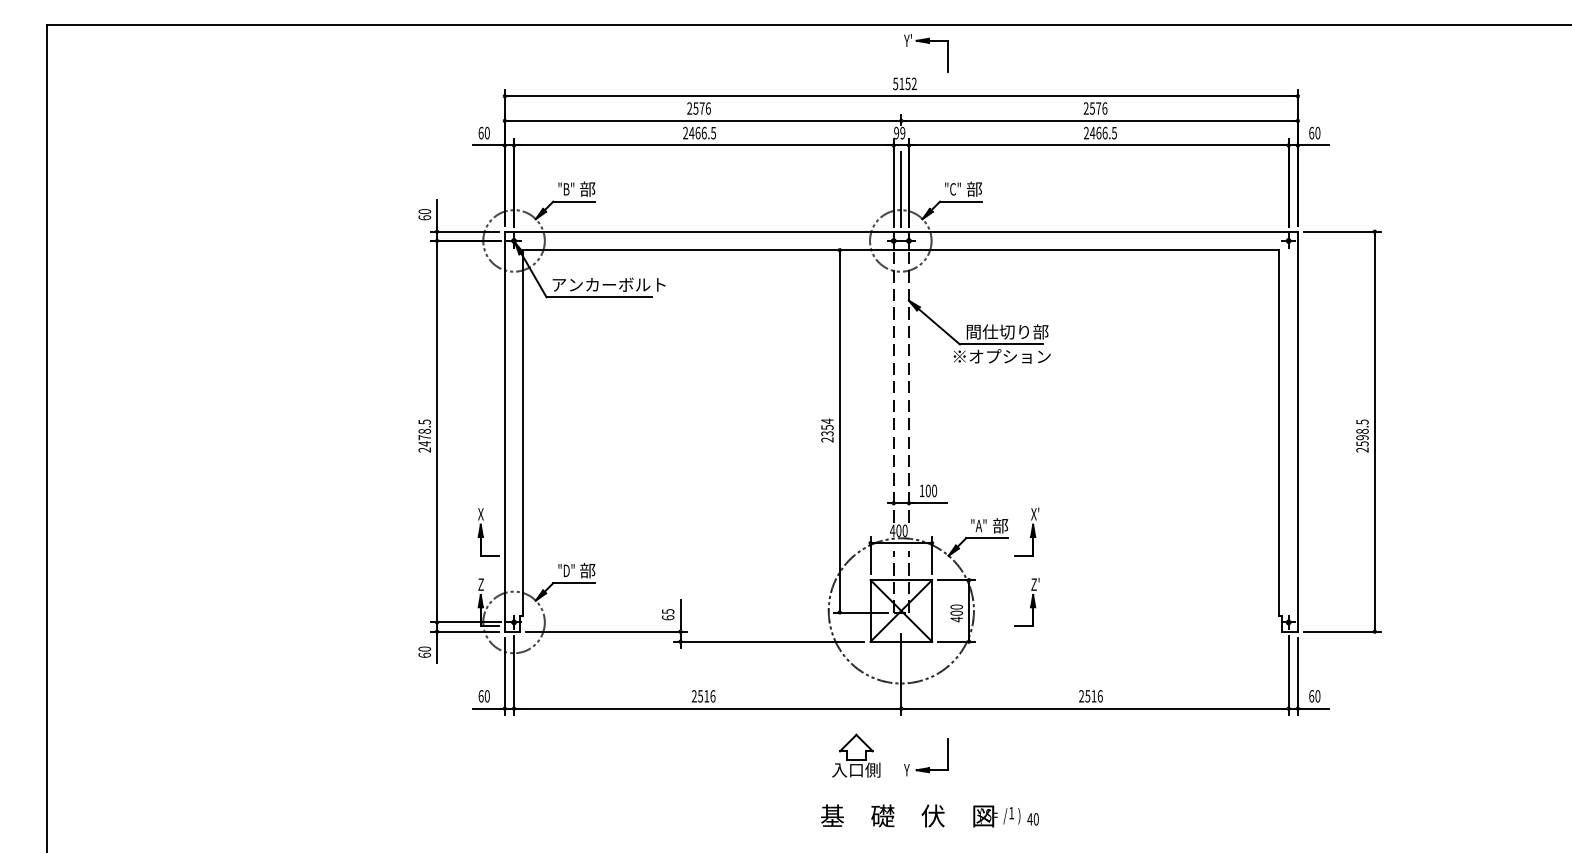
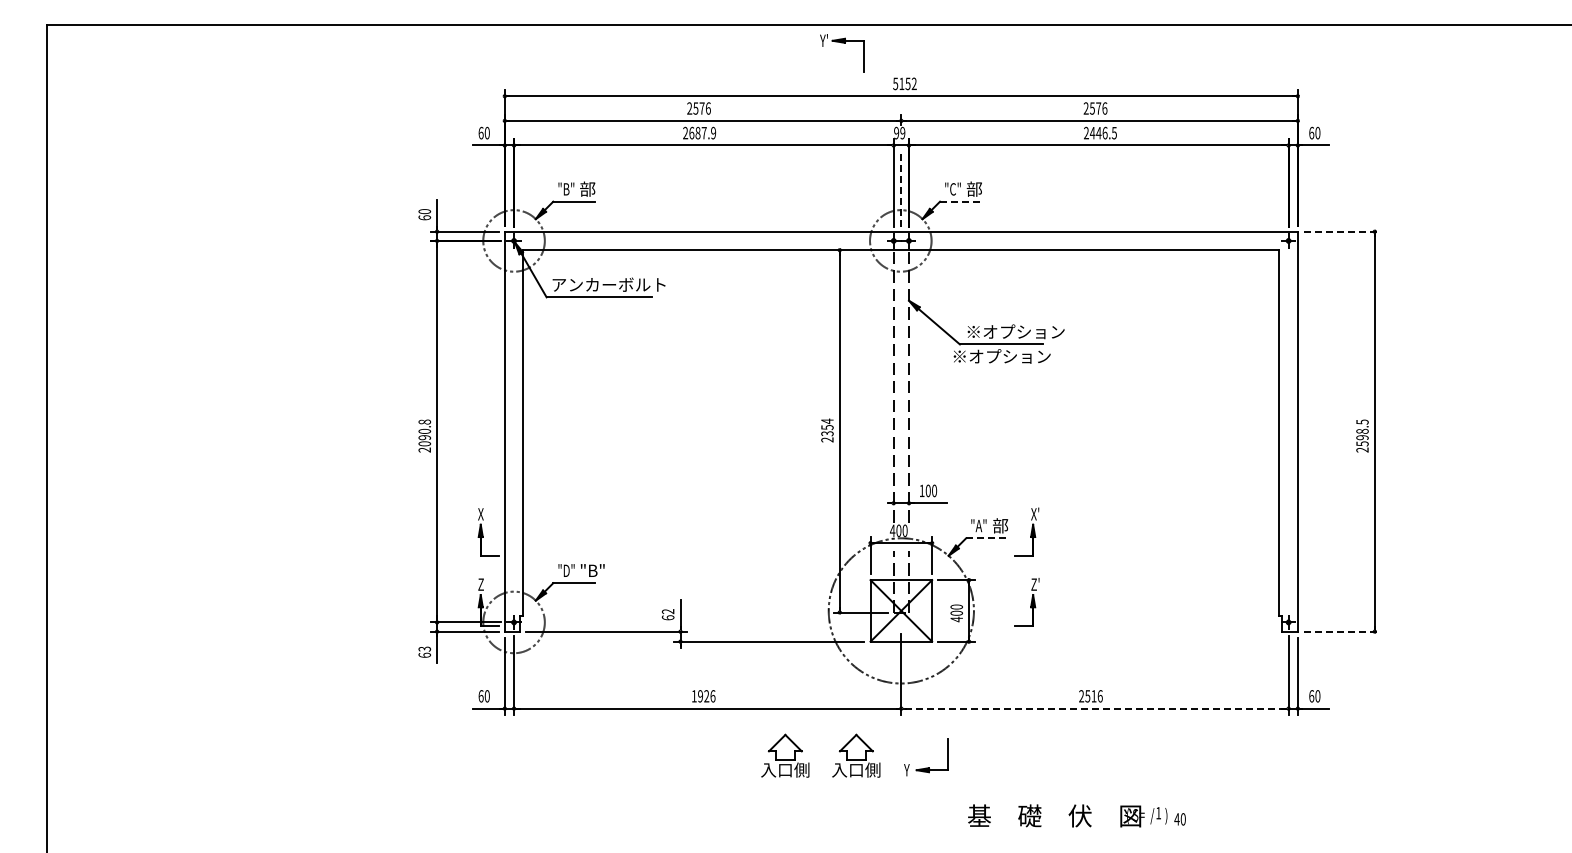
part at (926, 43) position: (926, 43) -> (842, 43)
text at (702, 132): 2466.5 -> 2687.9
text at (1098, 132): 2466.5 -> 2446.5
line at (901, 189): solid -> dashed
line at (960, 201): solid -> dashed
line at (1343, 231): solid -> dashed
text at (1015, 331): 間仕切り部 -> ※オプション
text at (424, 432): 2478.5 -> 2090.8
line at (986, 538): solid -> dashed
text at (592, 570): 部 -> "B"
text at (667, 611): 65 -> 62
line at (1343, 631): solid -> dashed
text at (424, 648): 60 -> 63
text at (700, 696): 2516 -> 1926
line at (1094, 708): solid -> dashed
part at (785, 755): none -> present
text at (929, 815) position: (929, 815) -> (1076, 815)
